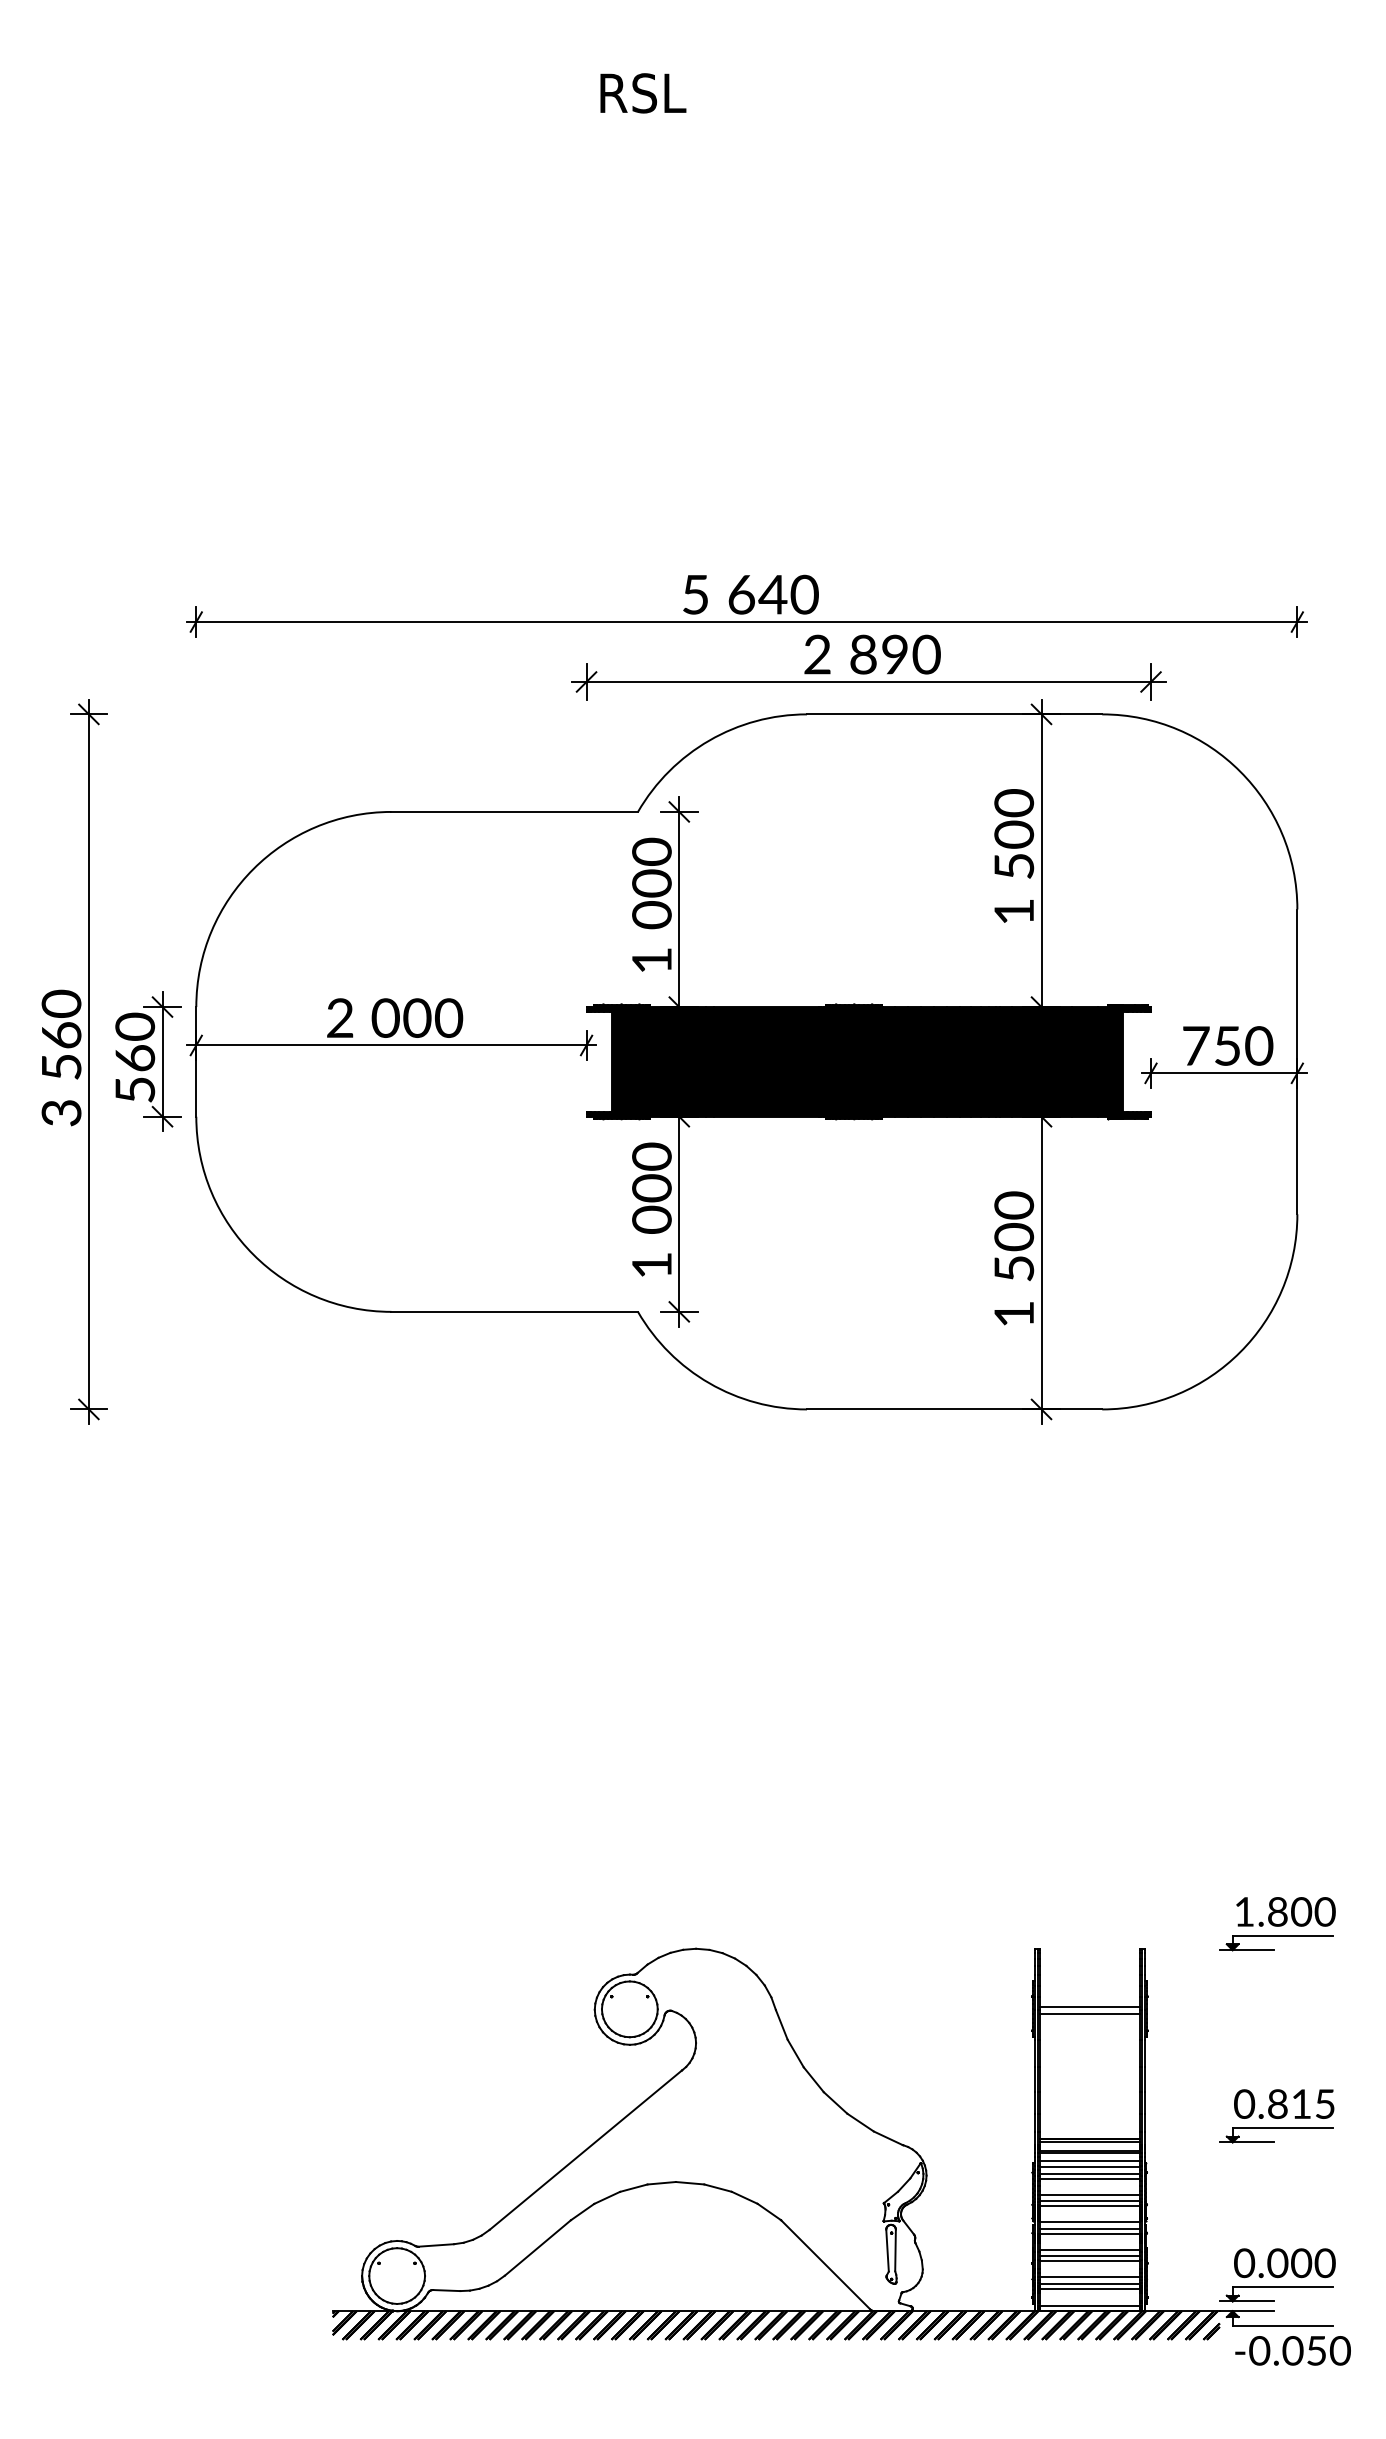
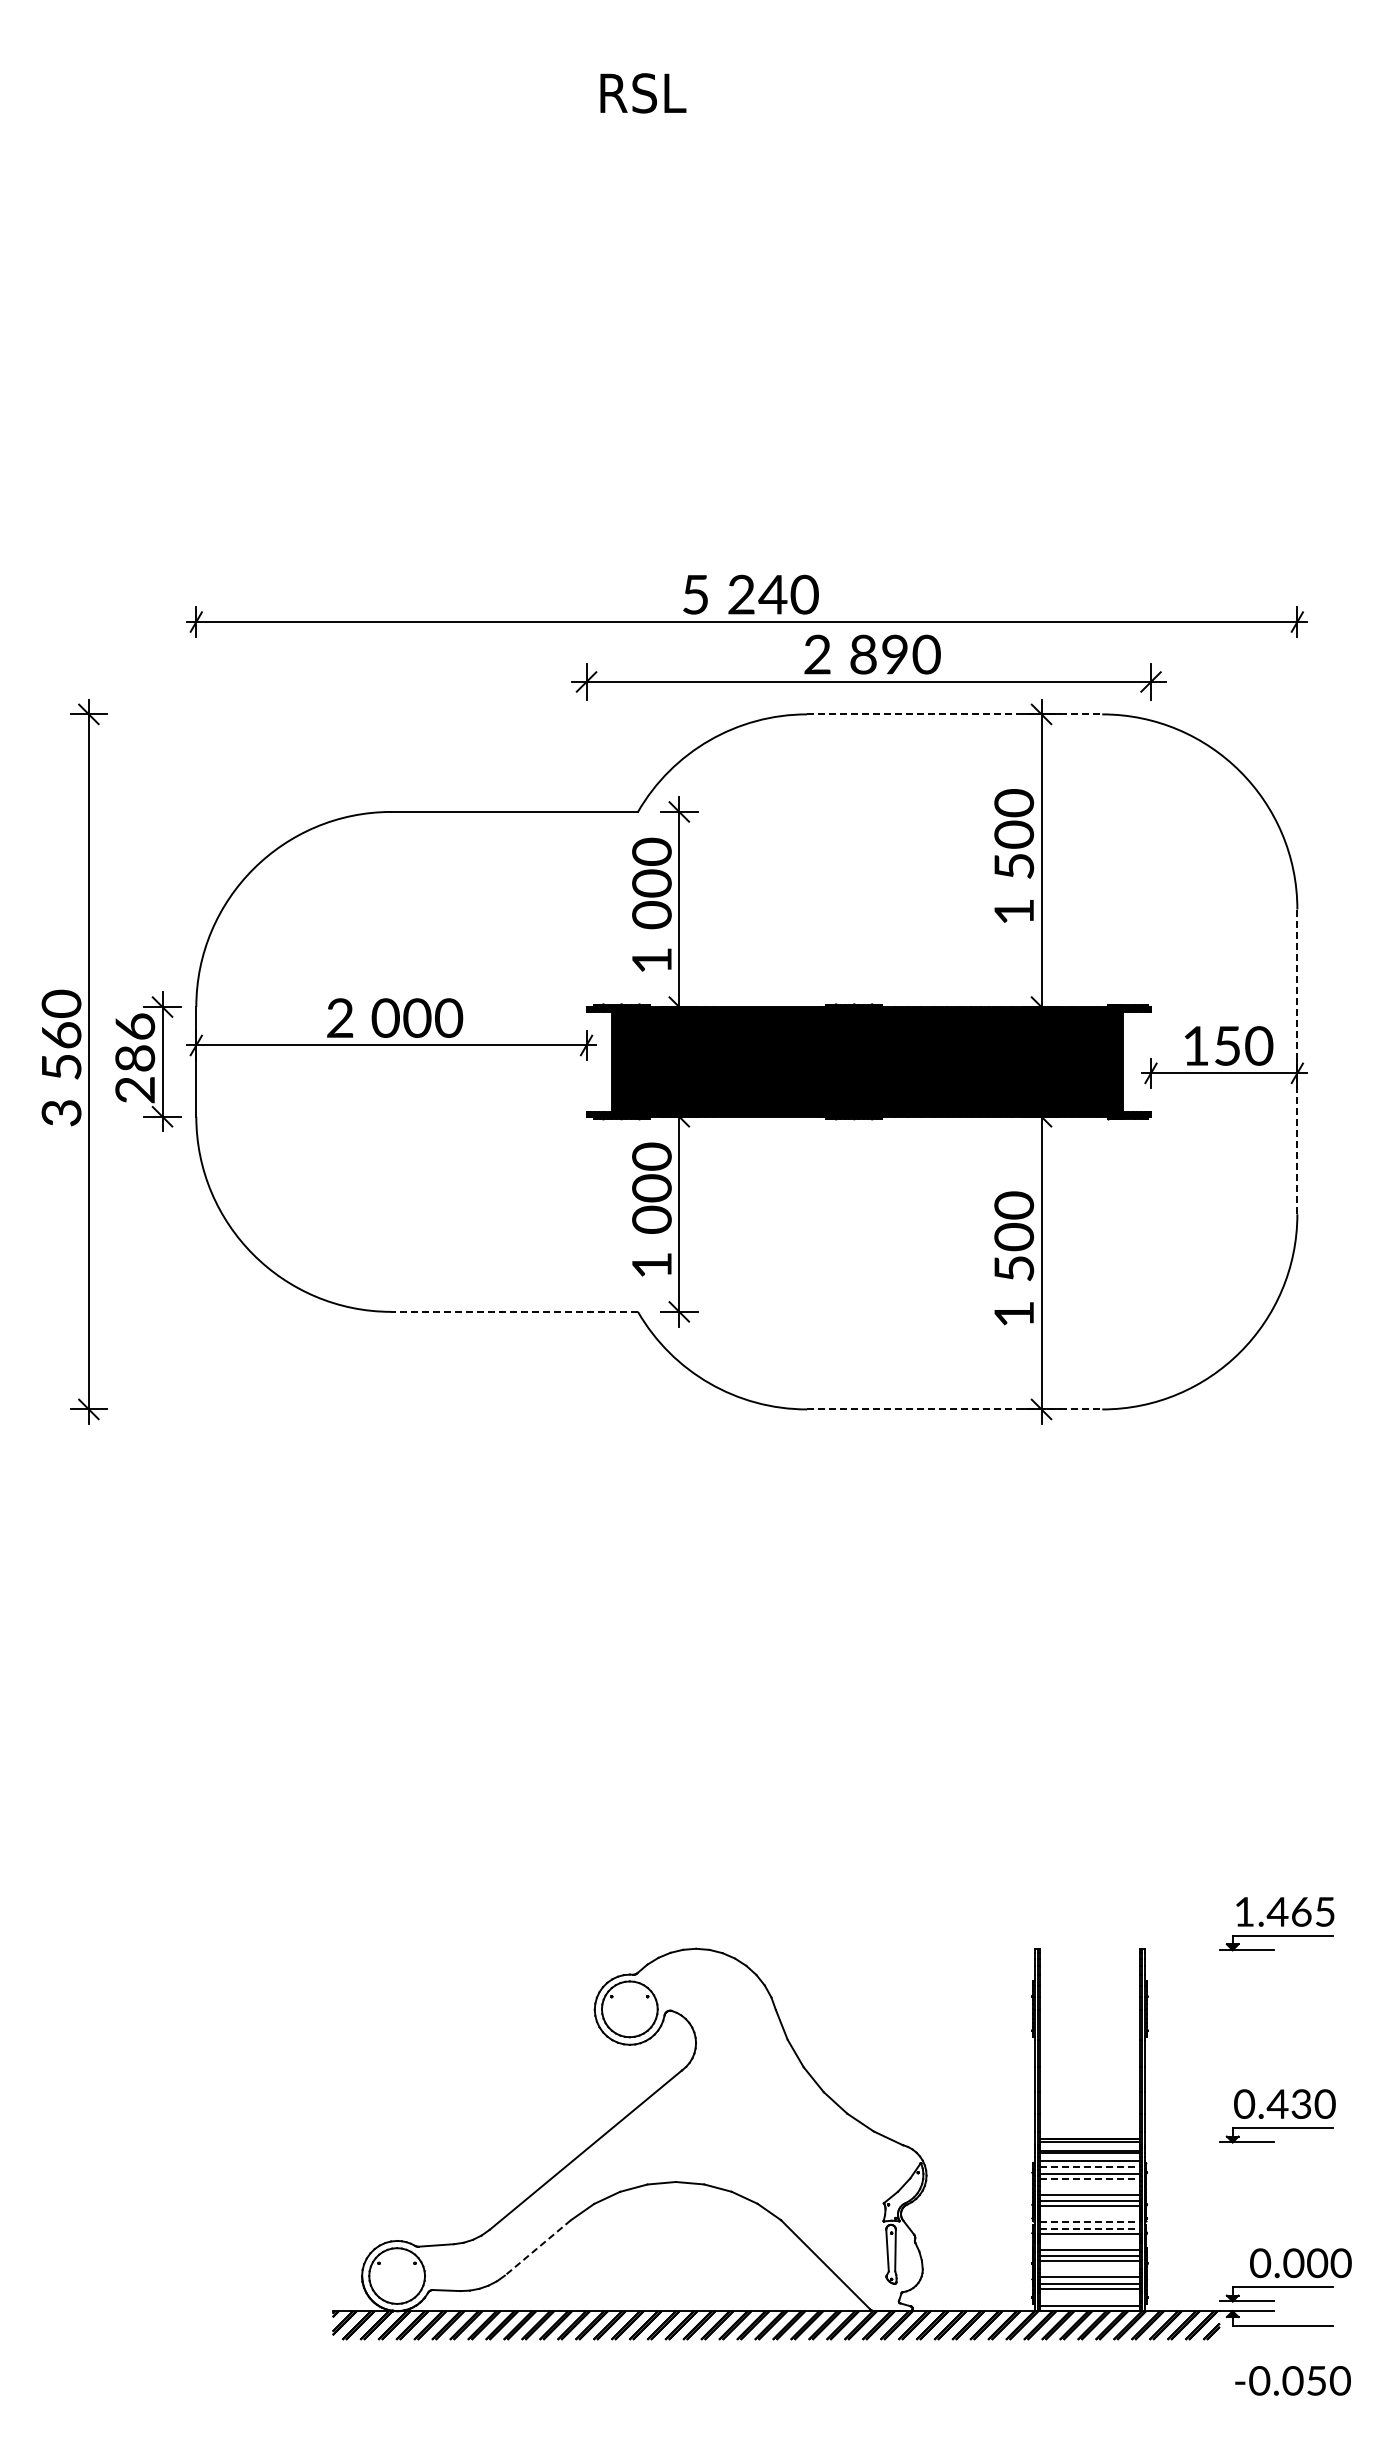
text at (741, 594): 640 -> 240
line at (954, 714): solid -> dashed
text at (1196, 1045): 750 -> 150
text at (135, 1057): 560 -> 286
line at (1297, 1062): solid -> dashed
line at (514, 1311): solid -> dashed
line at (954, 1409): solid -> dashed
text at (1300, 1911): 1.800 -> 1.465
line at (1089, 2006): present -> none
line at (1089, 2013): present -> none
text at (1300, 2103): 0.815 -> 0.430
line at (1090, 2166): solid -> dashed
line at (1090, 2178): solid -> dashed
line at (1090, 2221): solid -> dashed
line at (1090, 2228): solid -> dashed
line at (537, 2248): solid -> dashed
text at (1284, 2263) position: (1284, 2263) -> (1300, 2263)
text at (1292, 2350) position: (1292, 2350) -> (1292, 2380)
